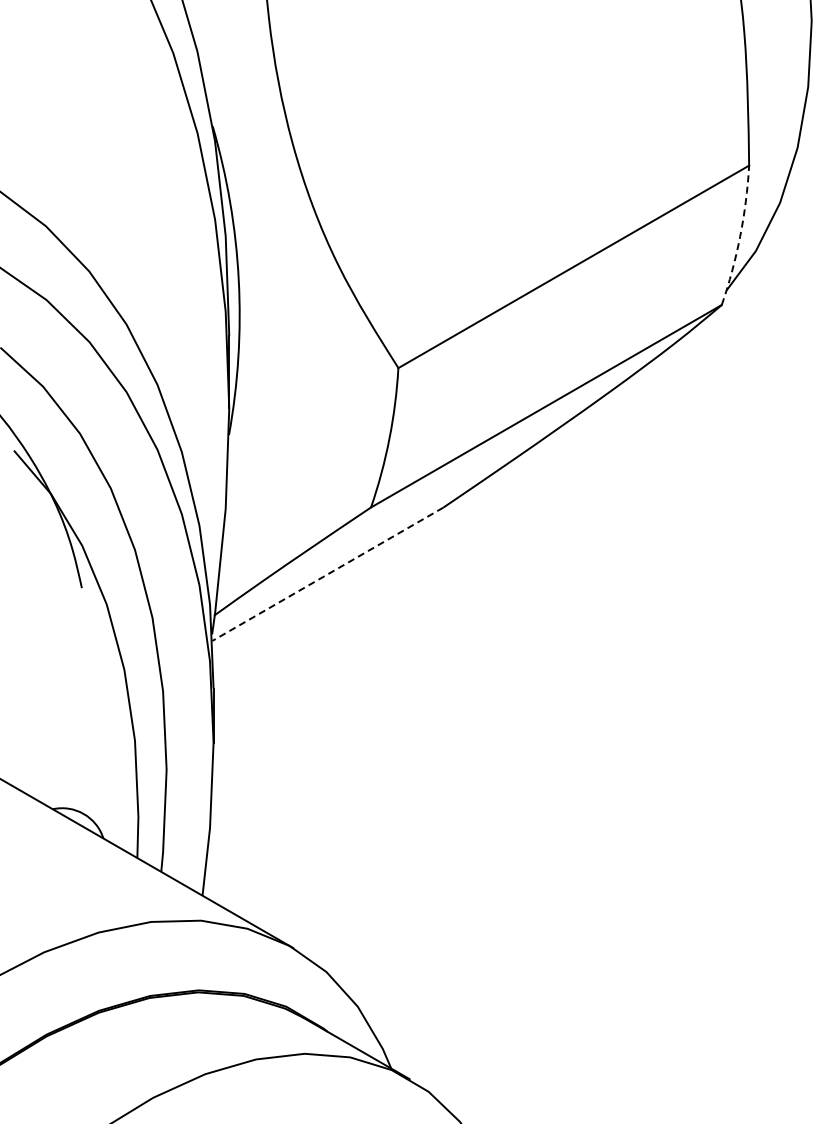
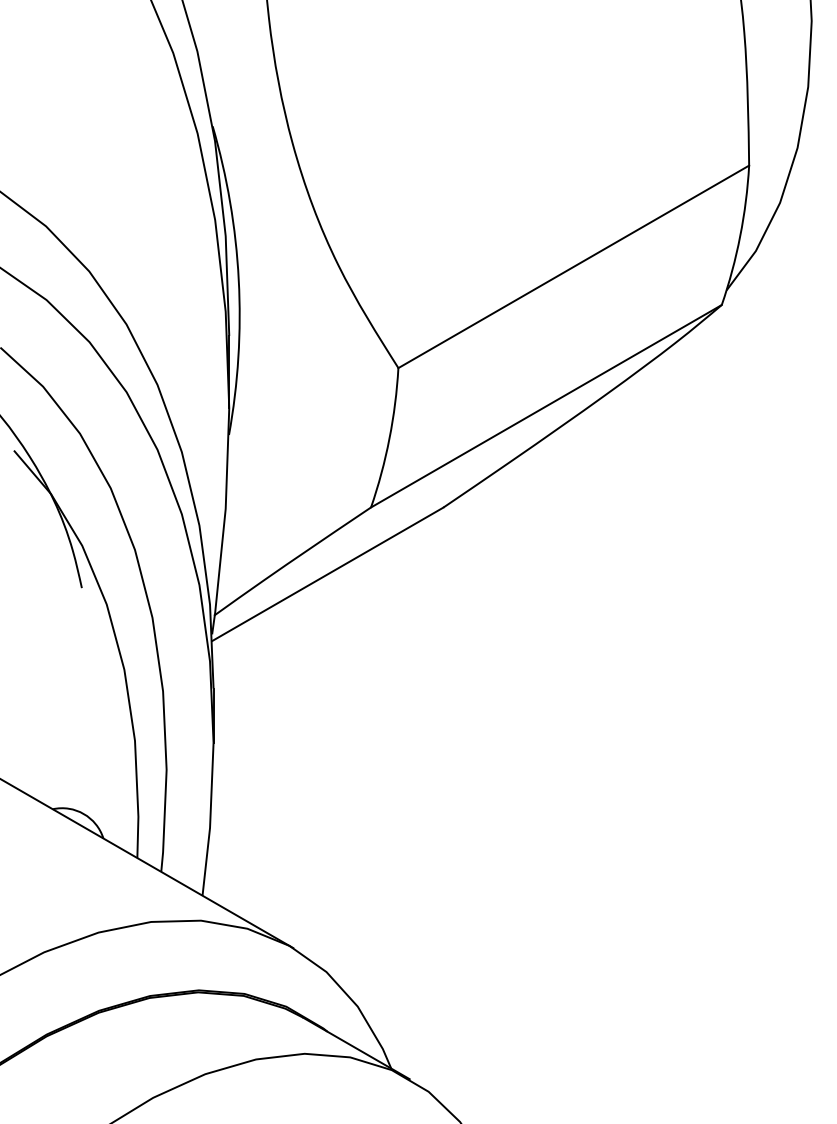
arc at (740, 236): dashed -> solid
line at (327, 574): dashed -> solid
